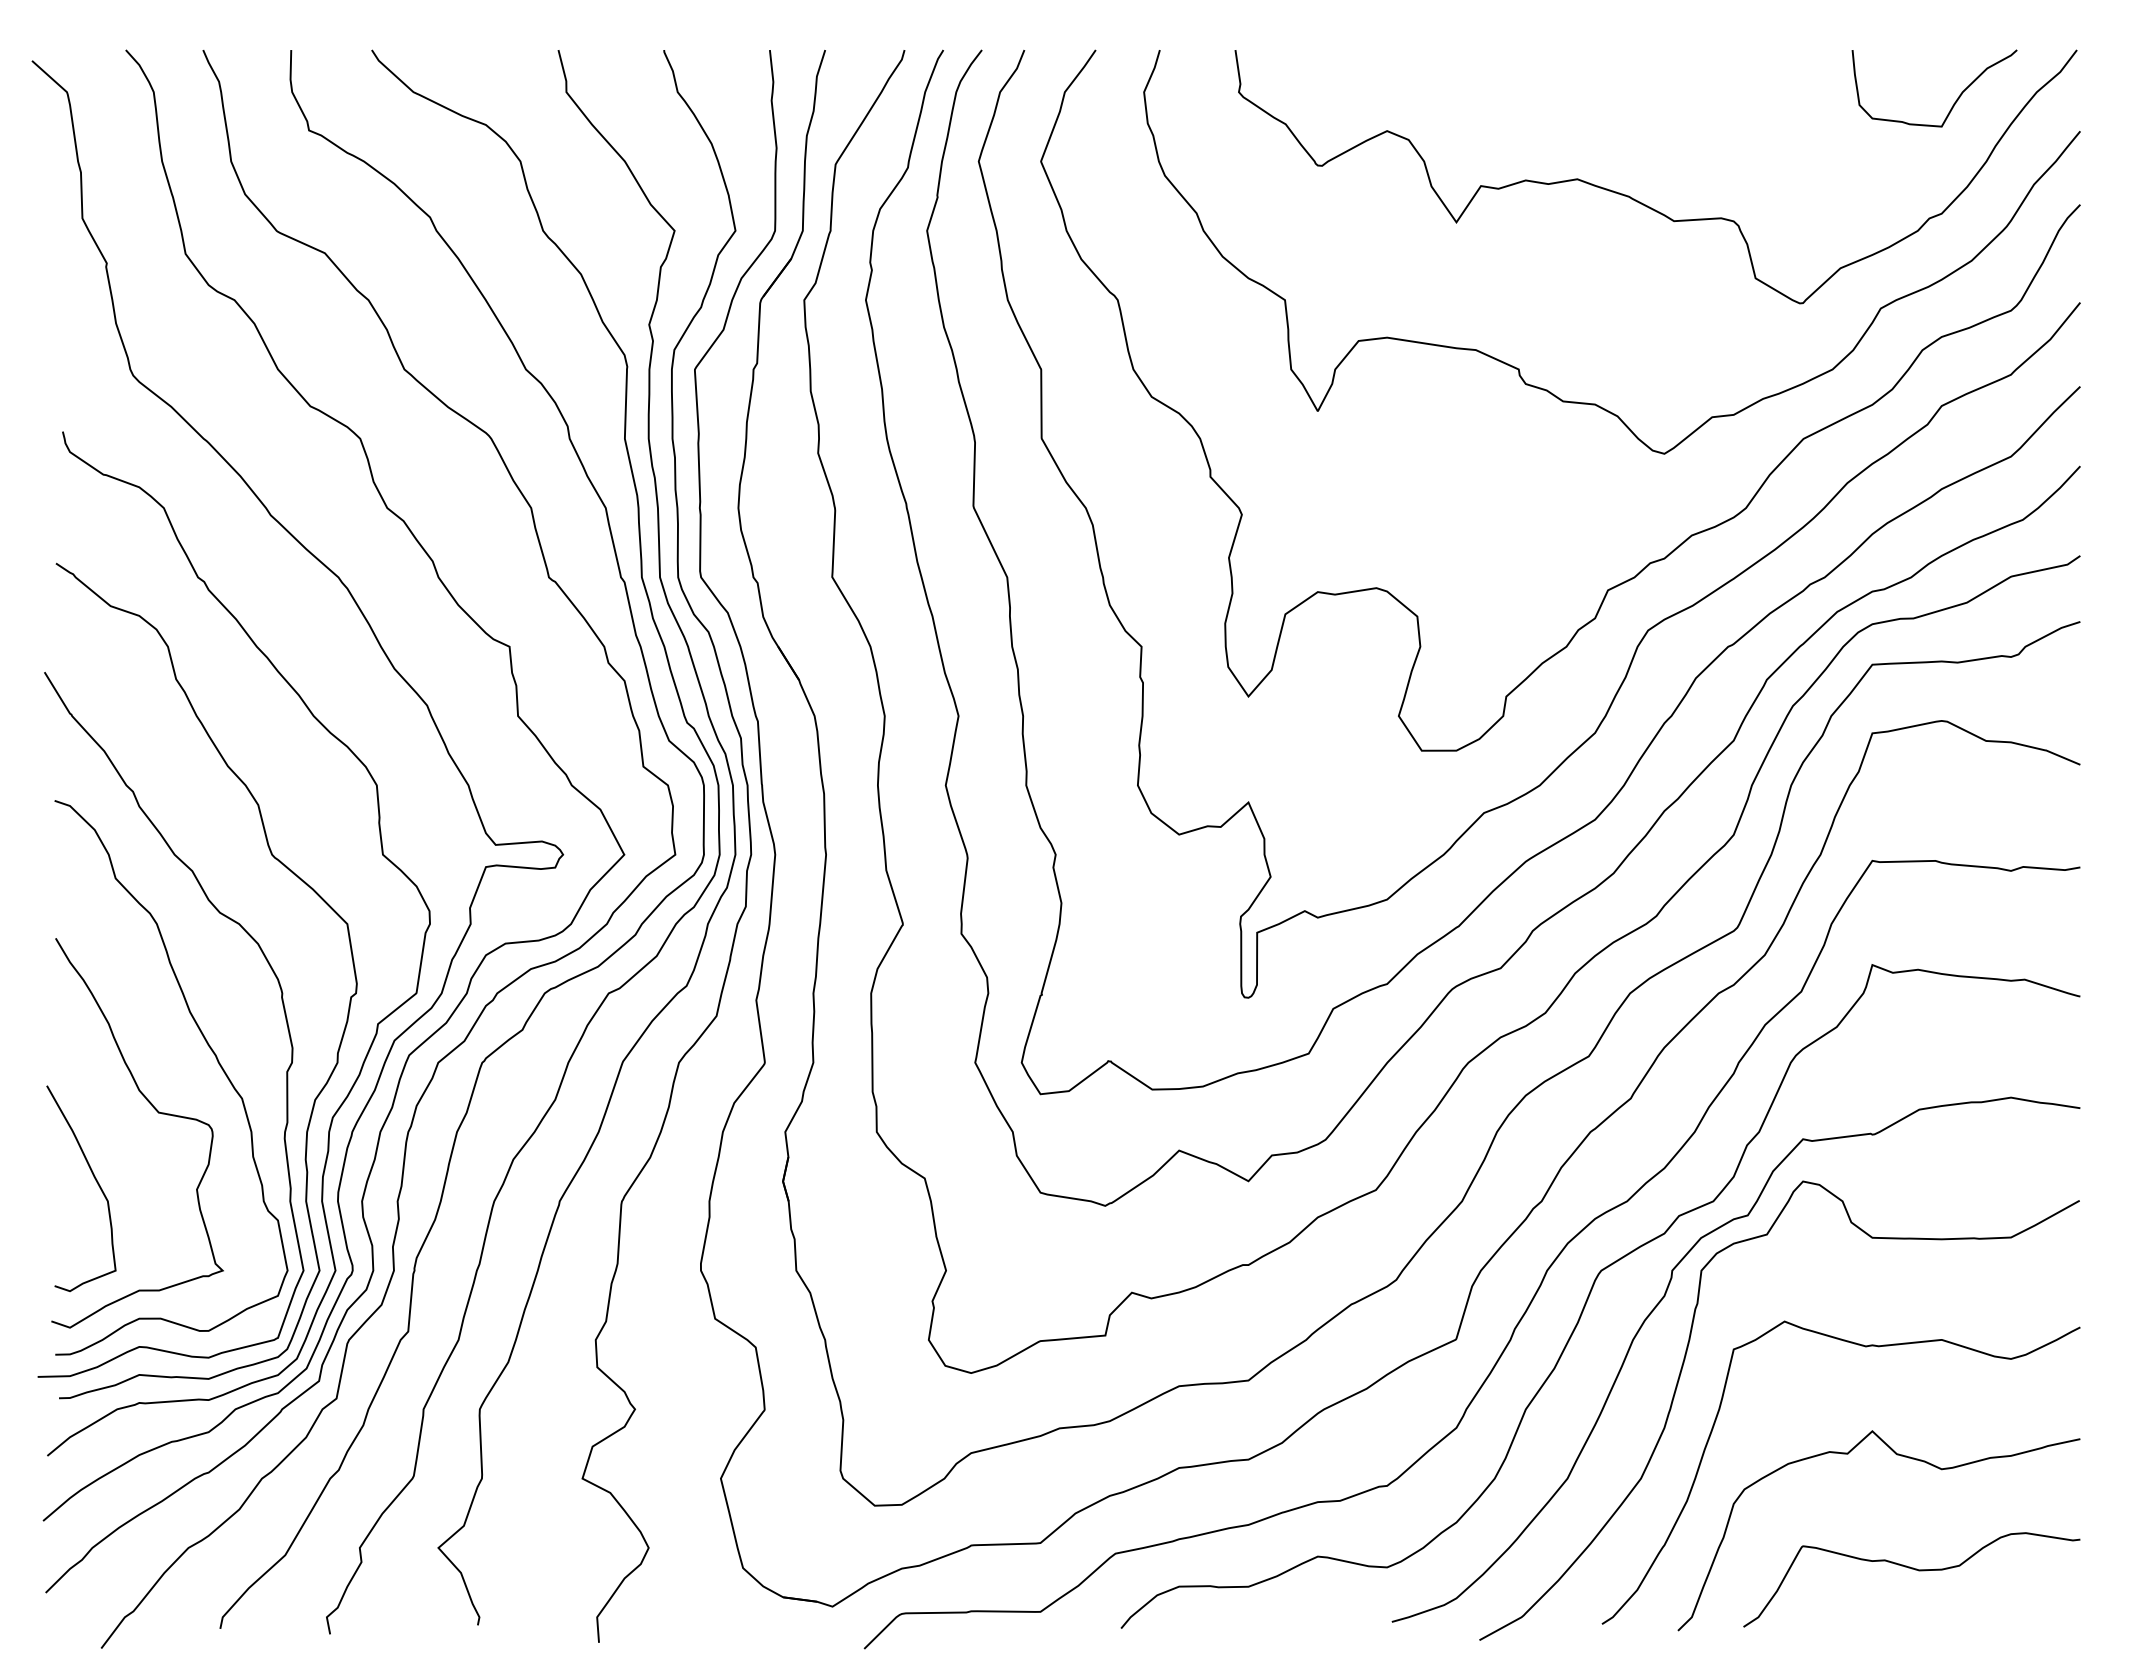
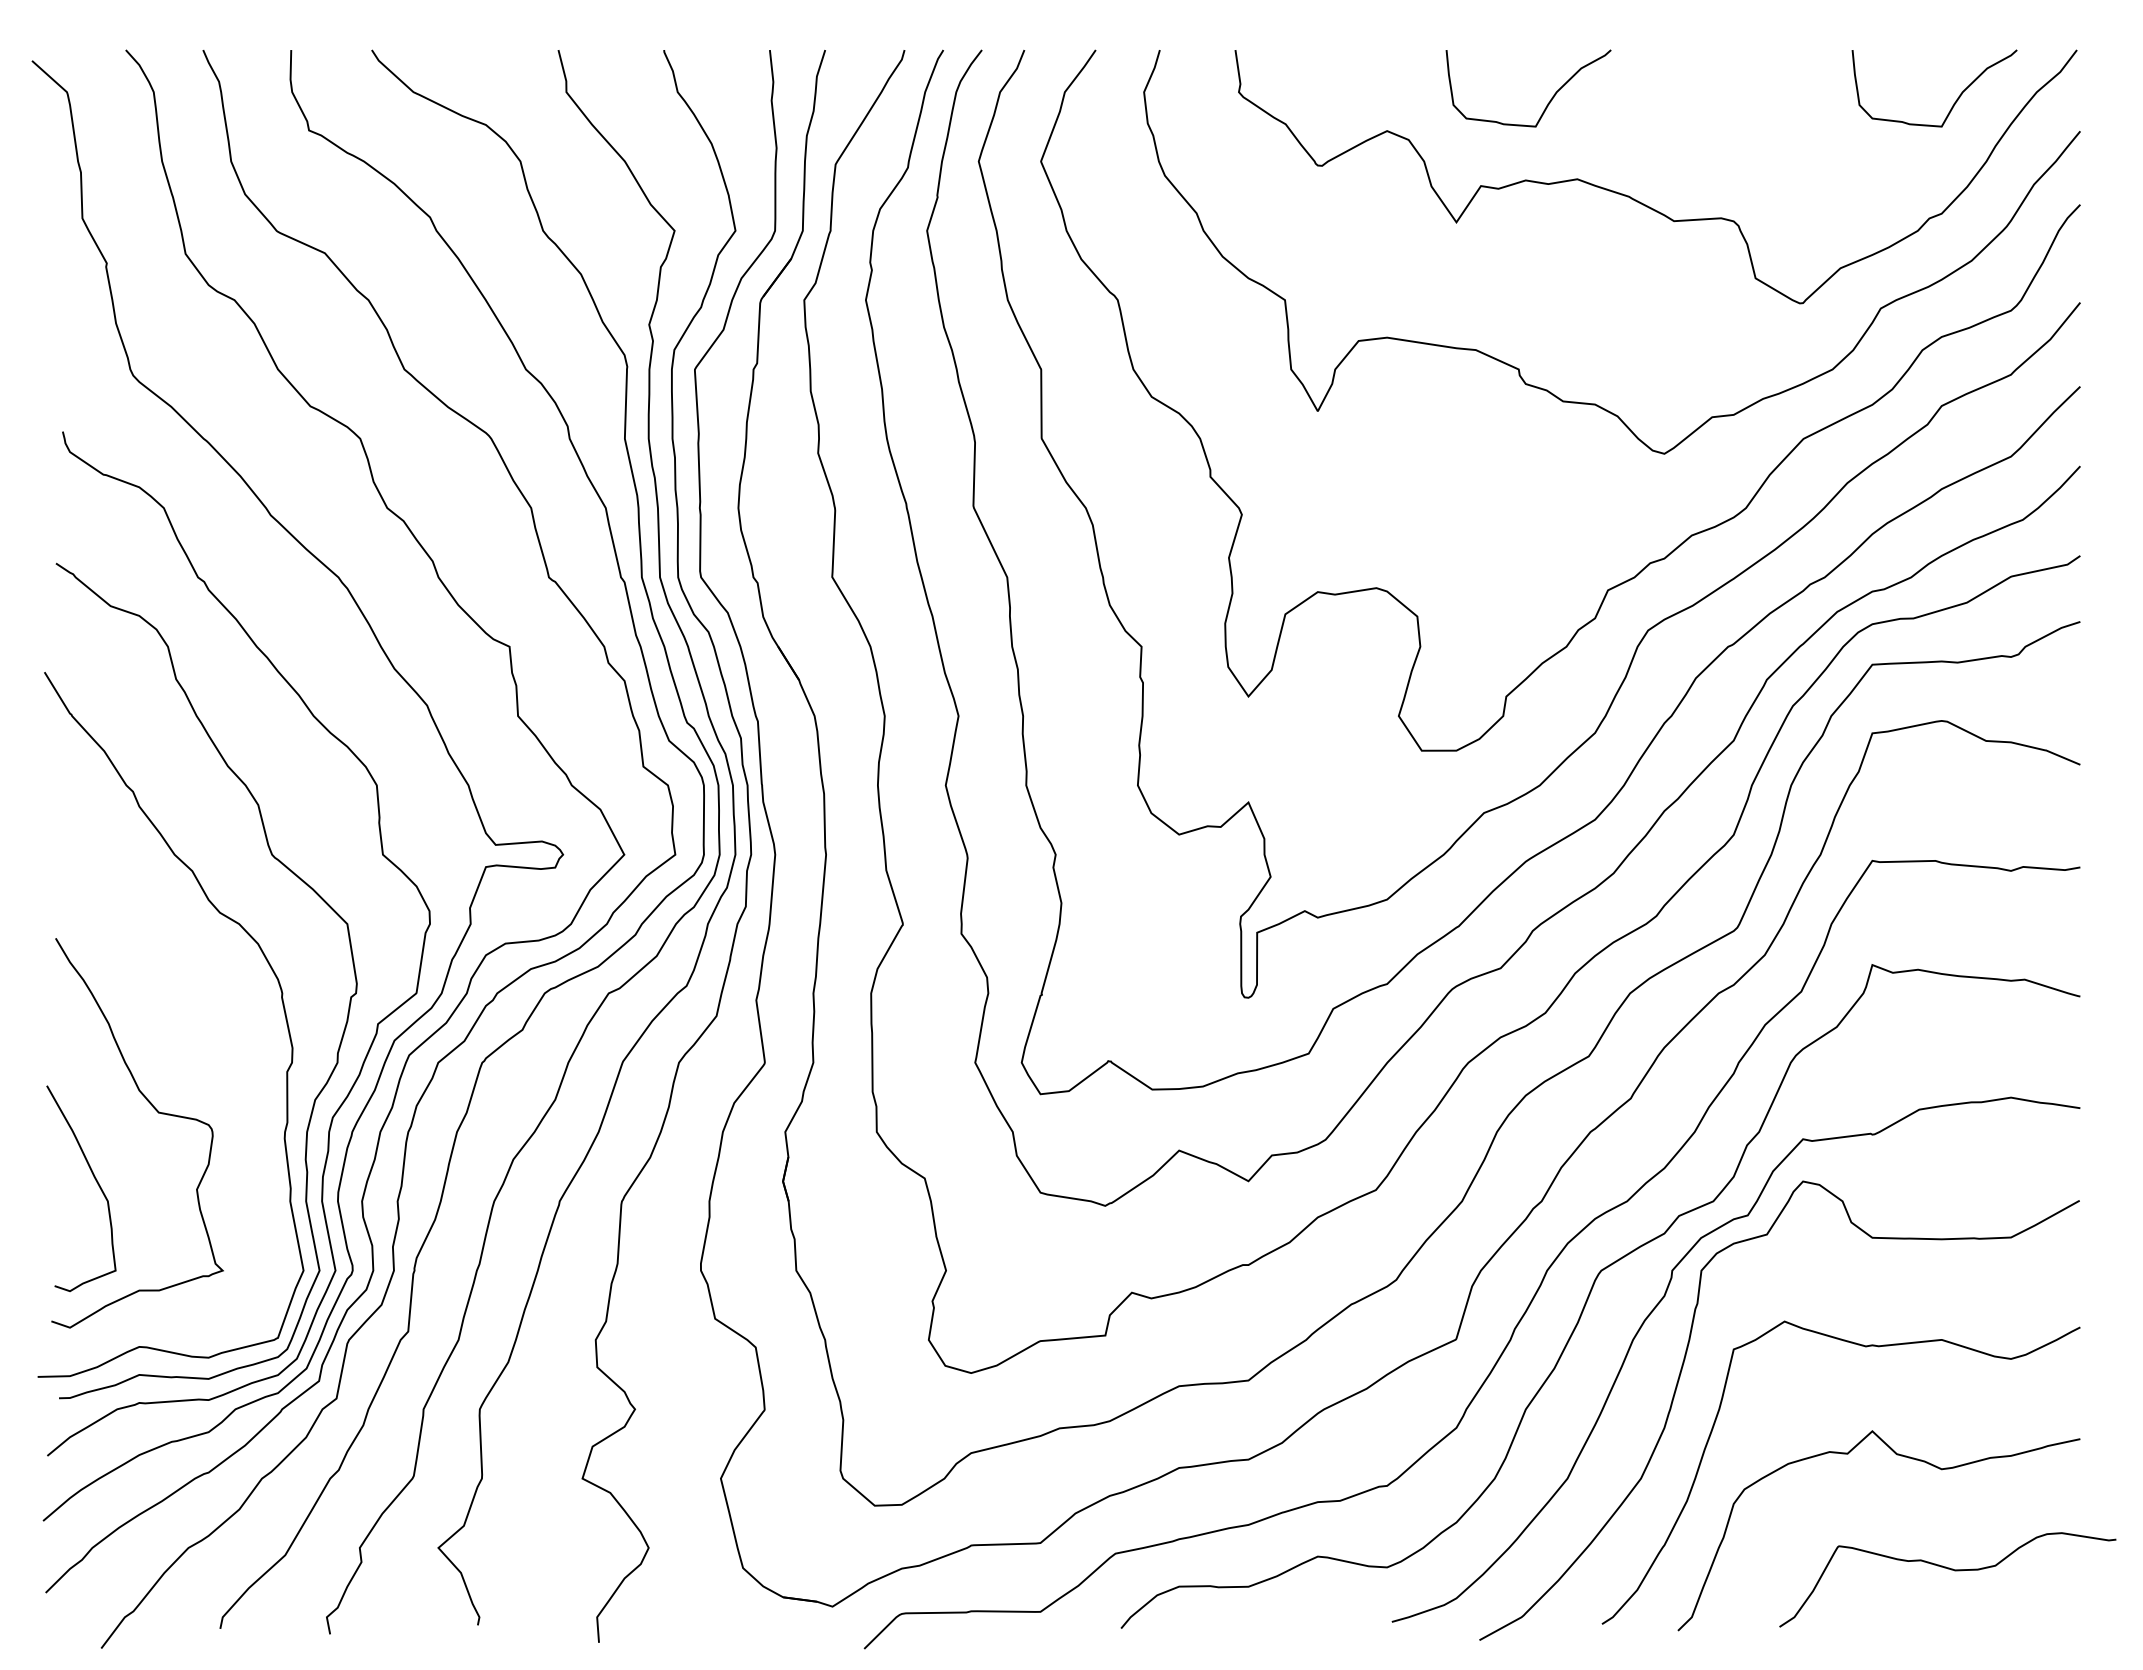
curve at (1549, 100): none -> present
curve at (211, 1051): present -> none
curve at (1915, 1570) position: (1915, 1570) -> (1951, 1570)
